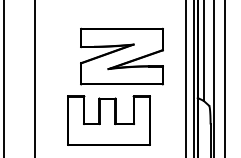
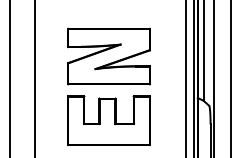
part at (121, 56) position: (121, 56) -> (108, 56)
line at (4, 78) position: (4, 78) -> (10, 78)
line at (224, 78) position: (224, 78) -> (230, 78)
